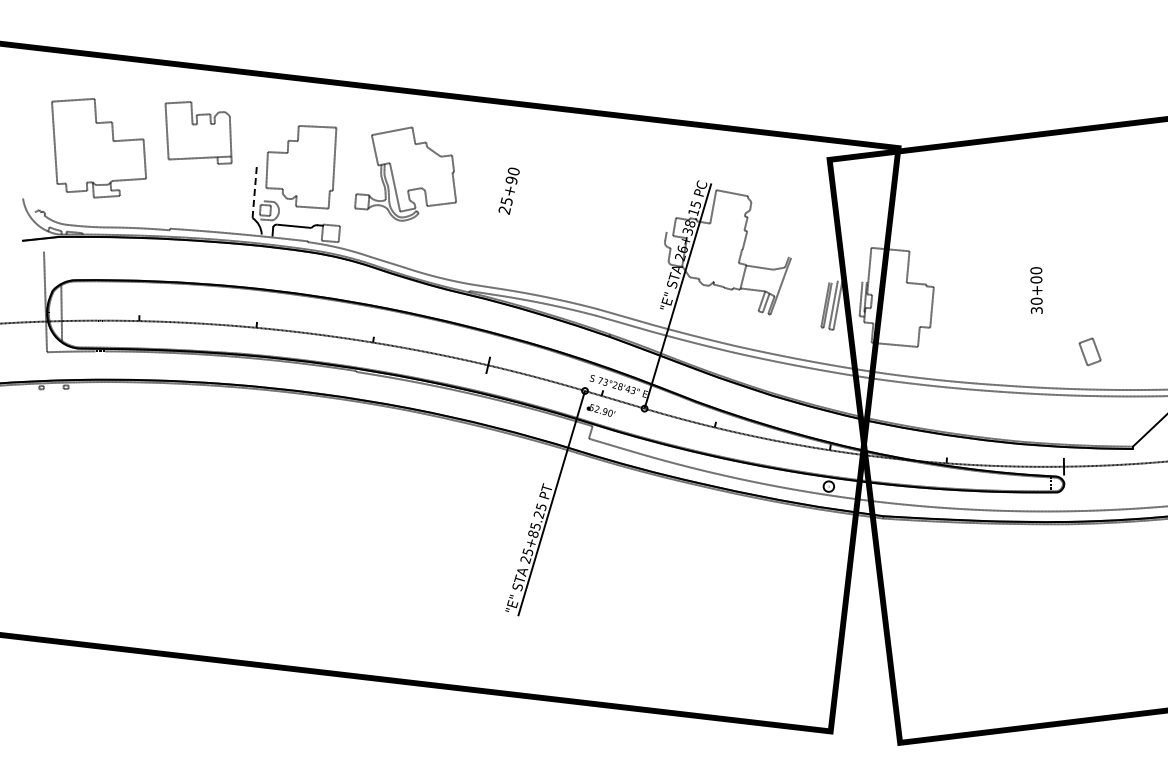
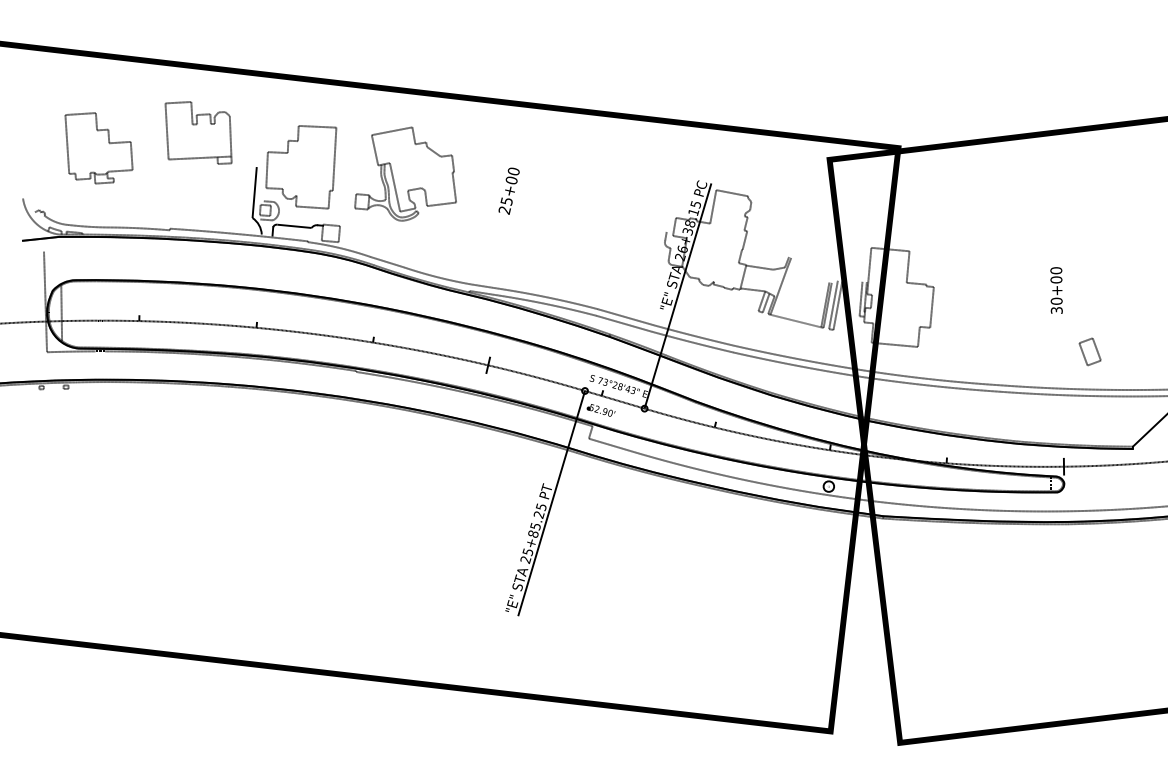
part at (98, 148) size: 96x101 px -> 70x73 px
text at (511, 180): 25+90 -> 25+00
line at (254, 192): dashed -> solid
text at (1036, 290) position: (1036, 290) -> (1056, 290)
line at (795, 320): none -> present
